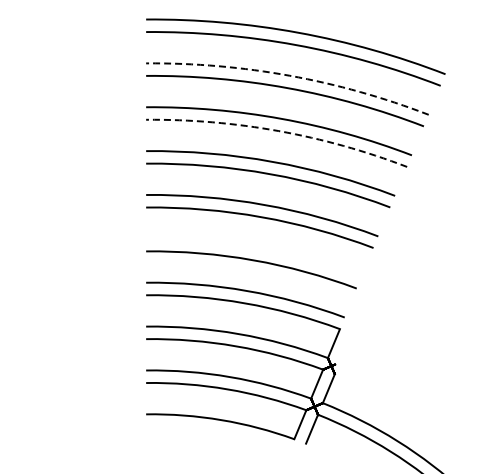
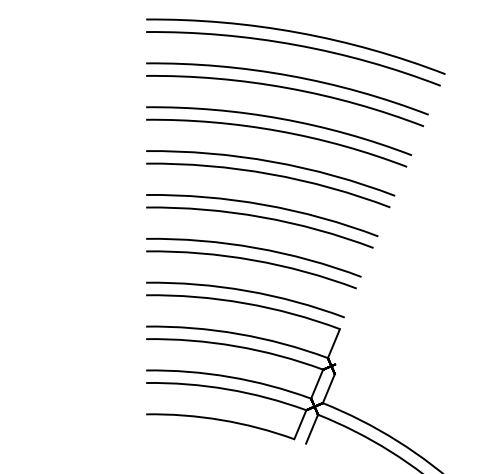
arc at (289, 75): dashed -> solid
arc at (278, 131): dashed -> solid
arc at (256, 249): none -> present
